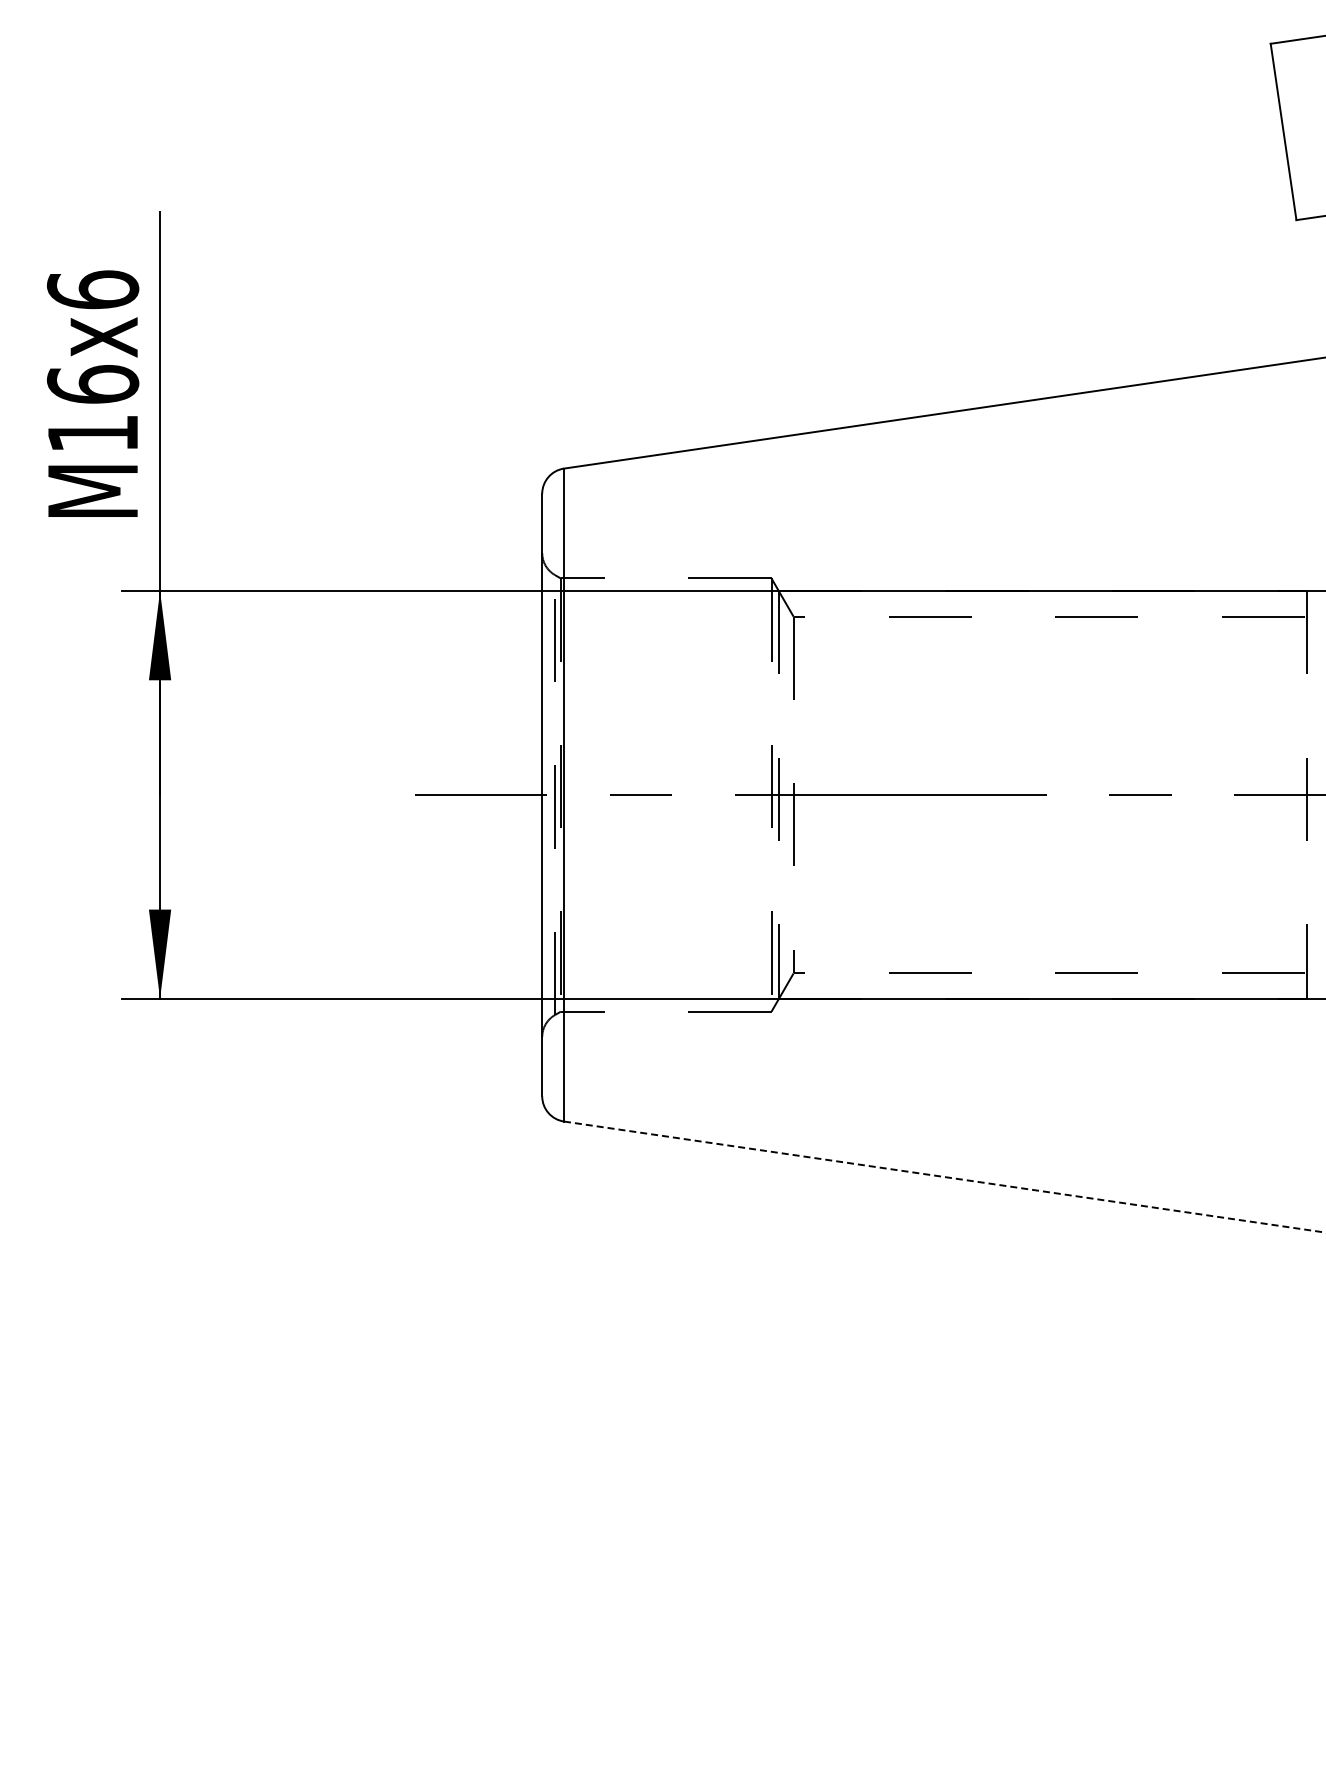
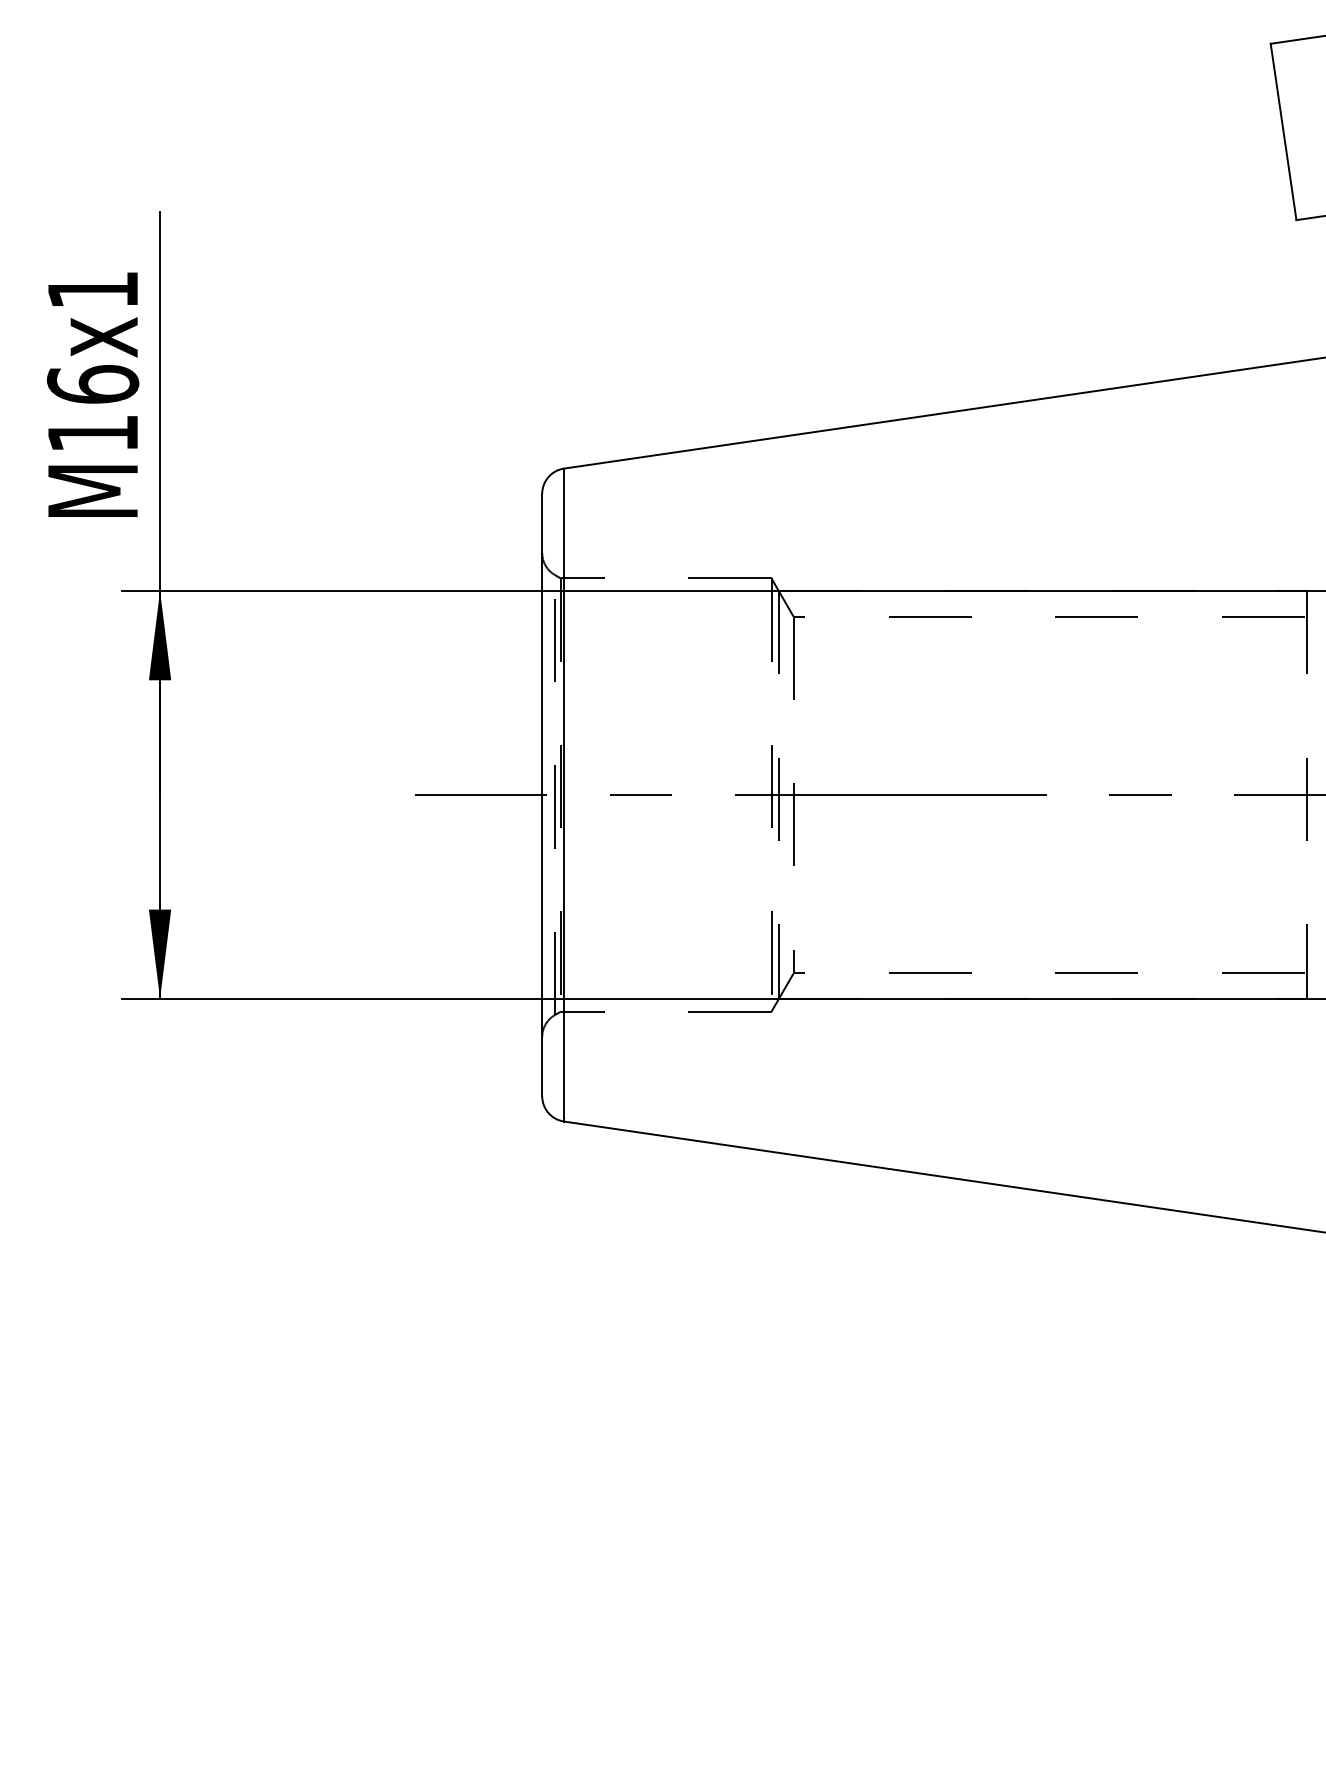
text at (92, 289): M16x6 -> M16x1
line at (944, 1177): dashed -> solid
